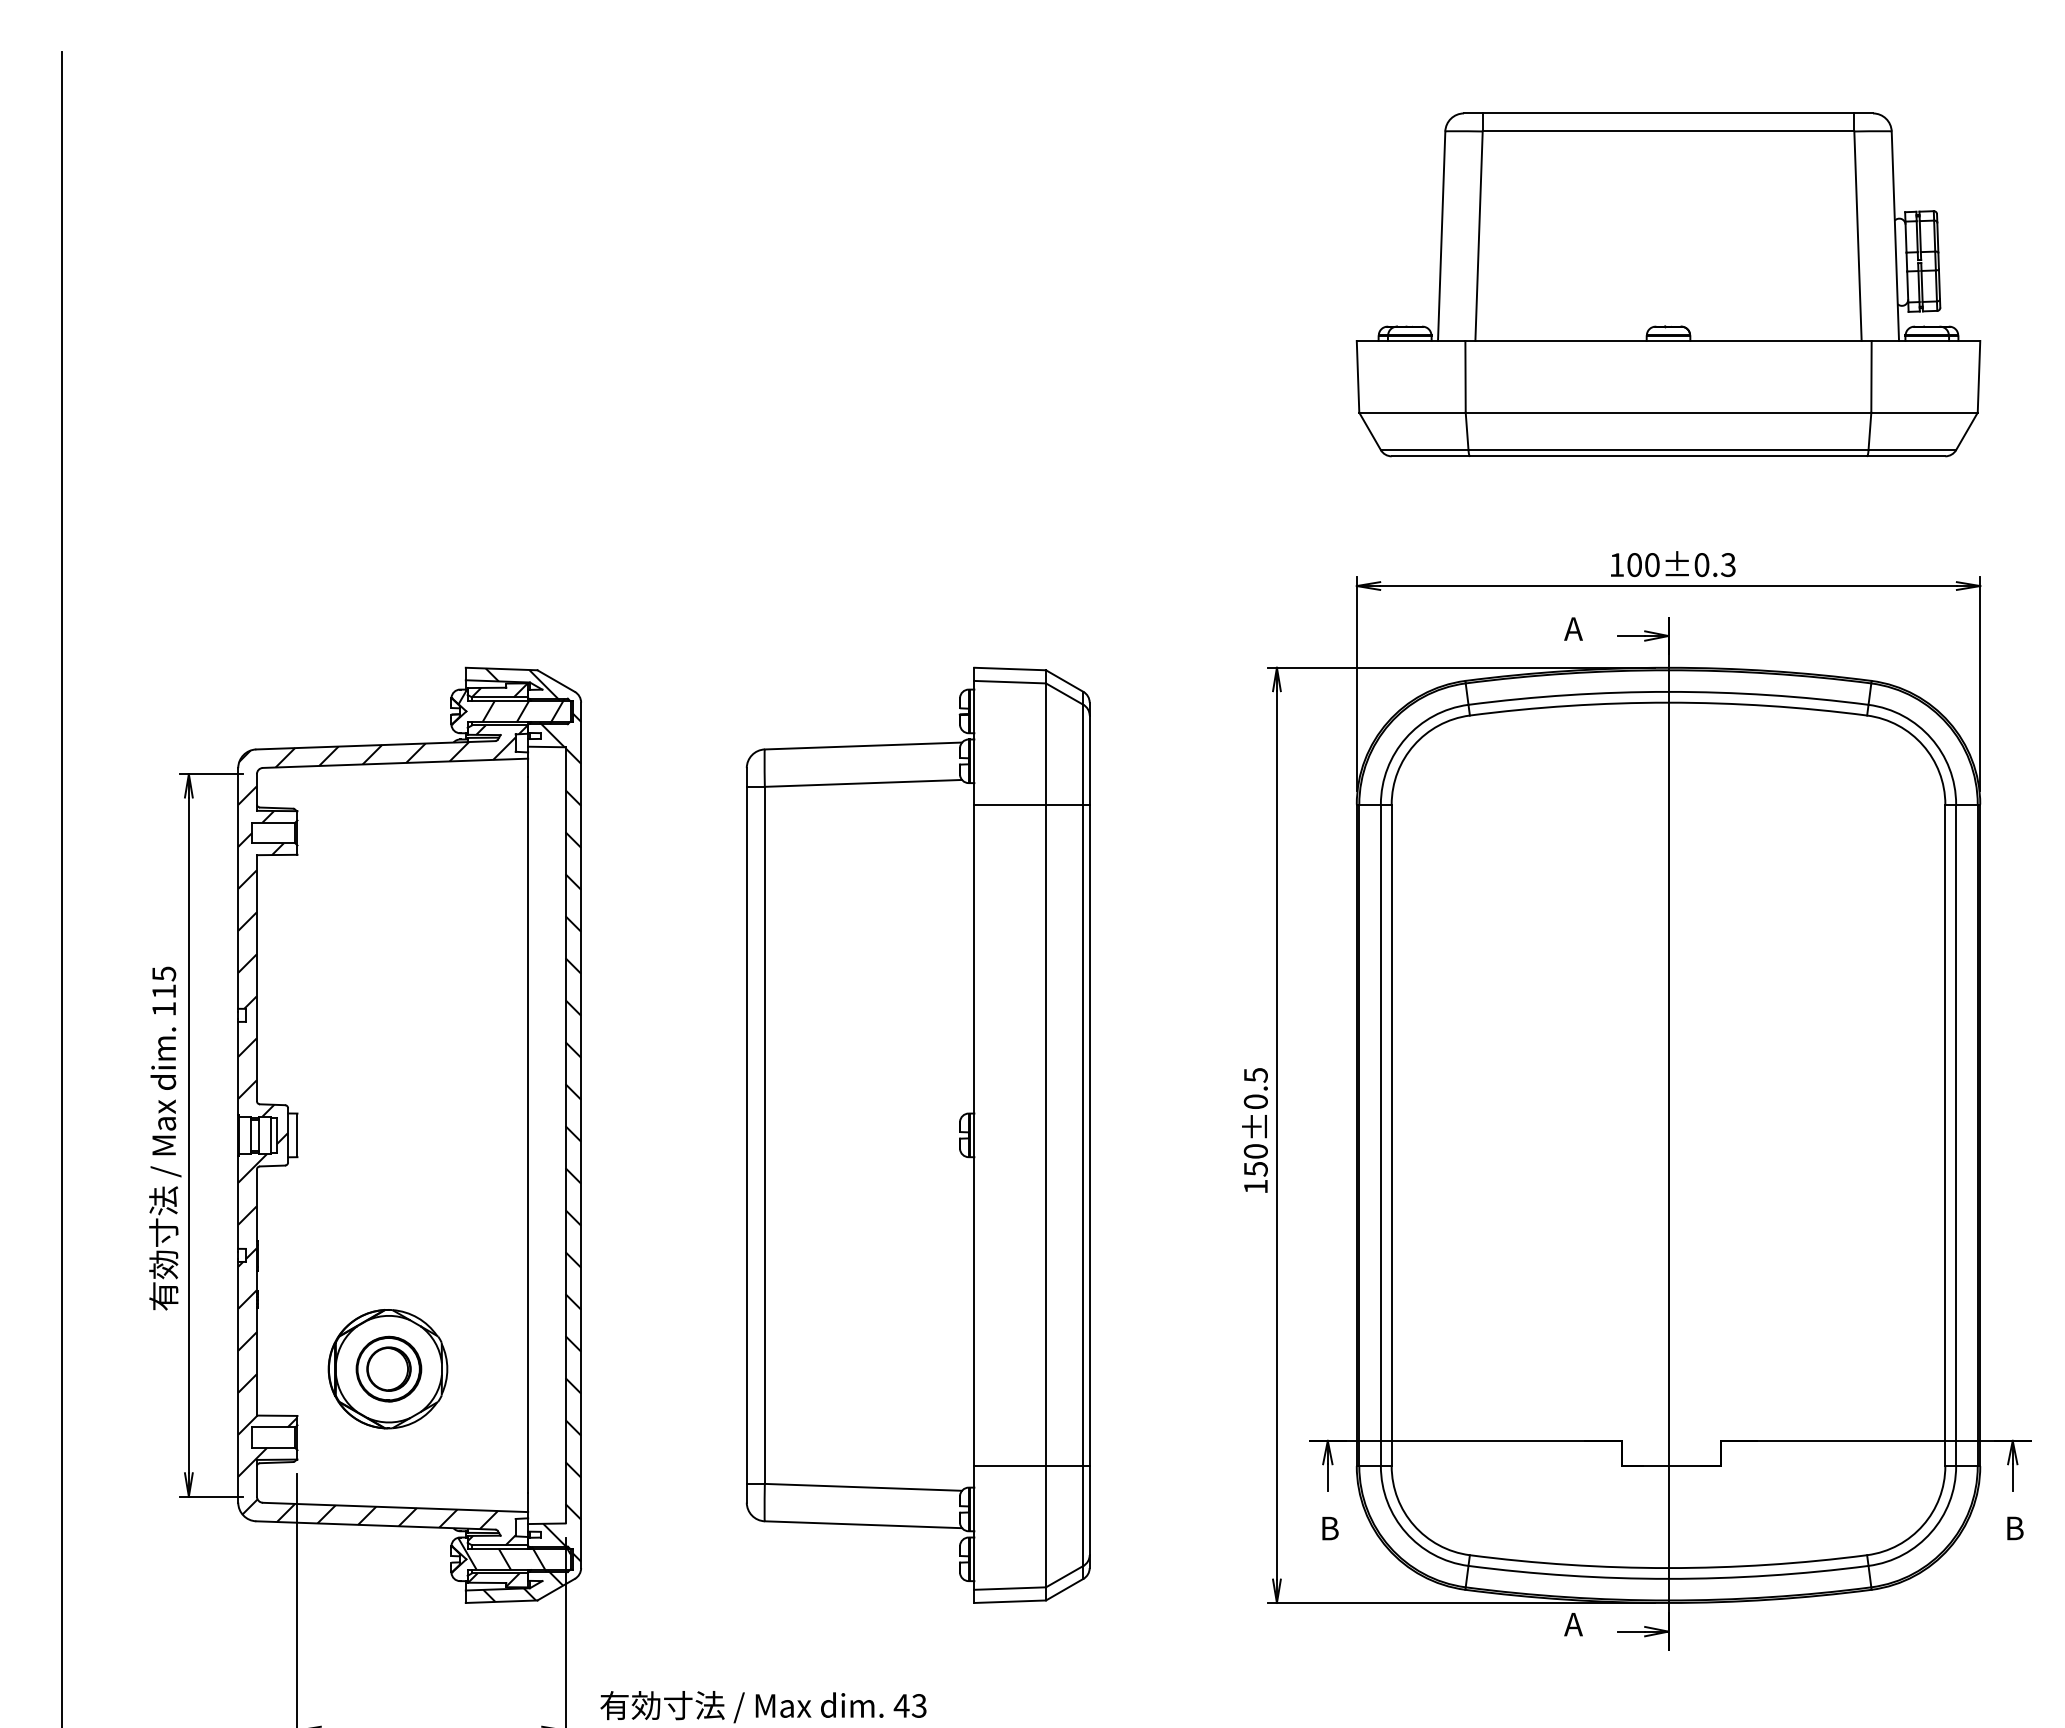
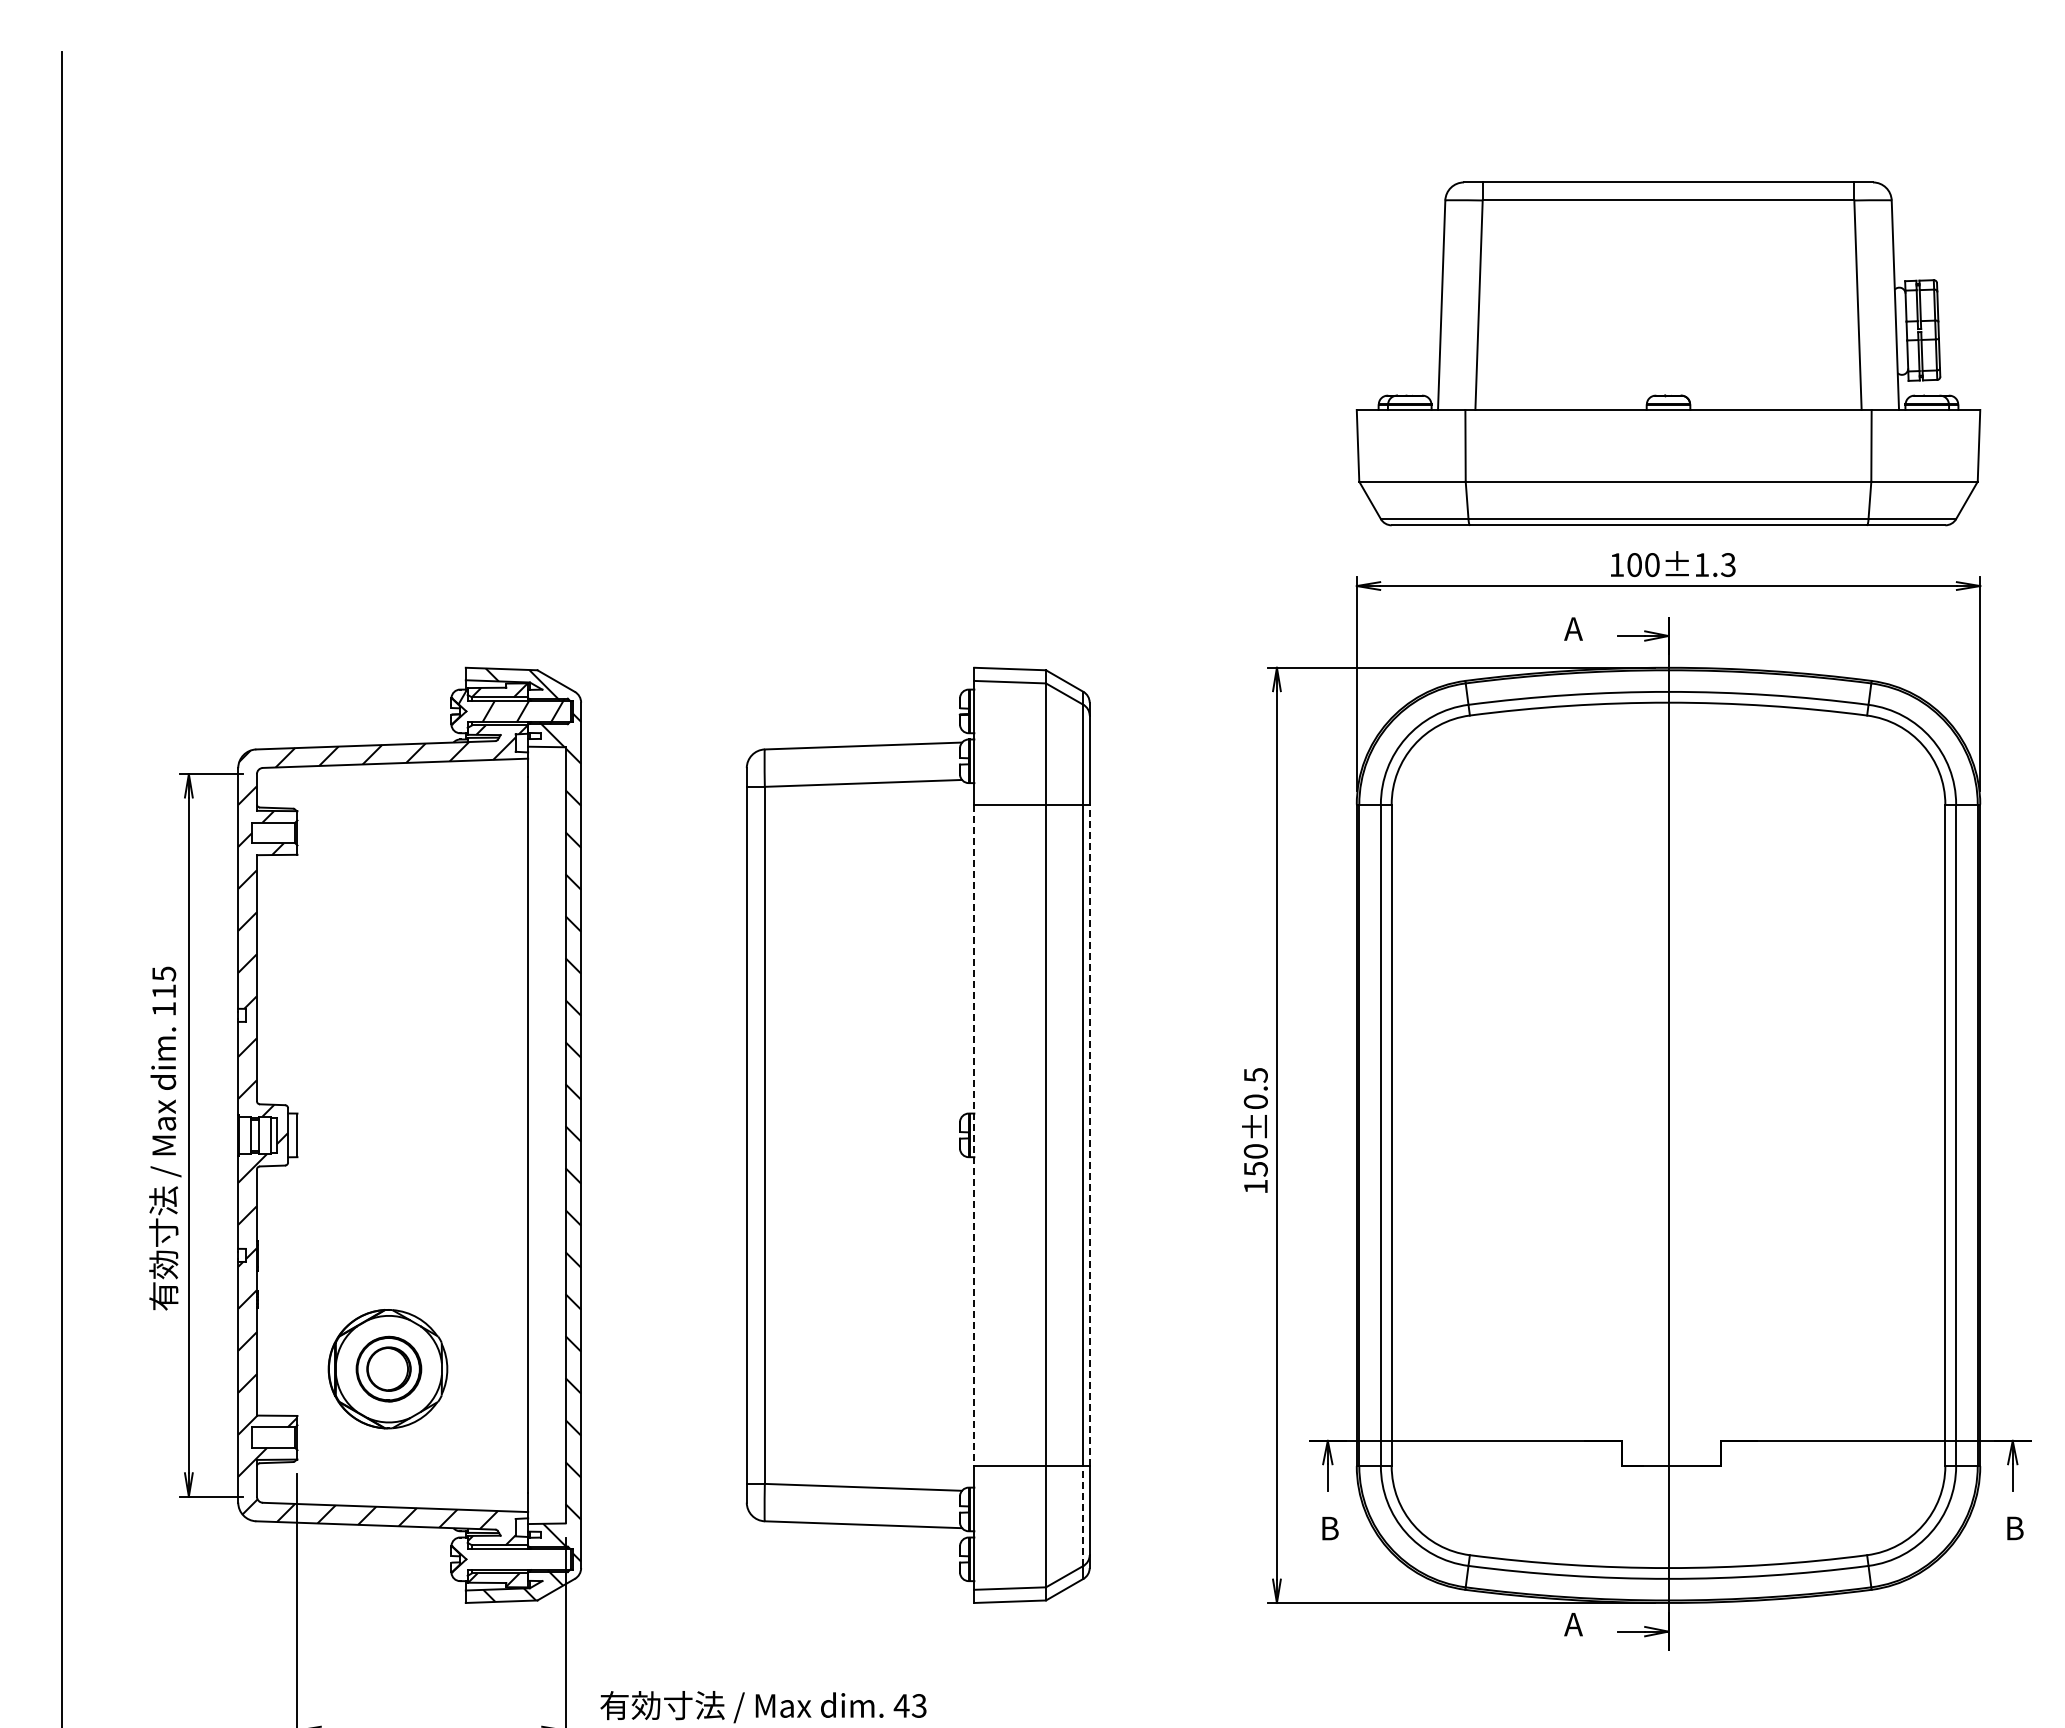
part at (1668, 284) position: (1668, 284) -> (1668, 353)
text at (1701, 565): 100±0.3 -> 100±1.3
line at (974, 1135): solid -> dashed
line at (1089, 1135): solid -> dashed
line at (1083, 1516): solid -> dashed
hatch at (514, 1554): present -> none
